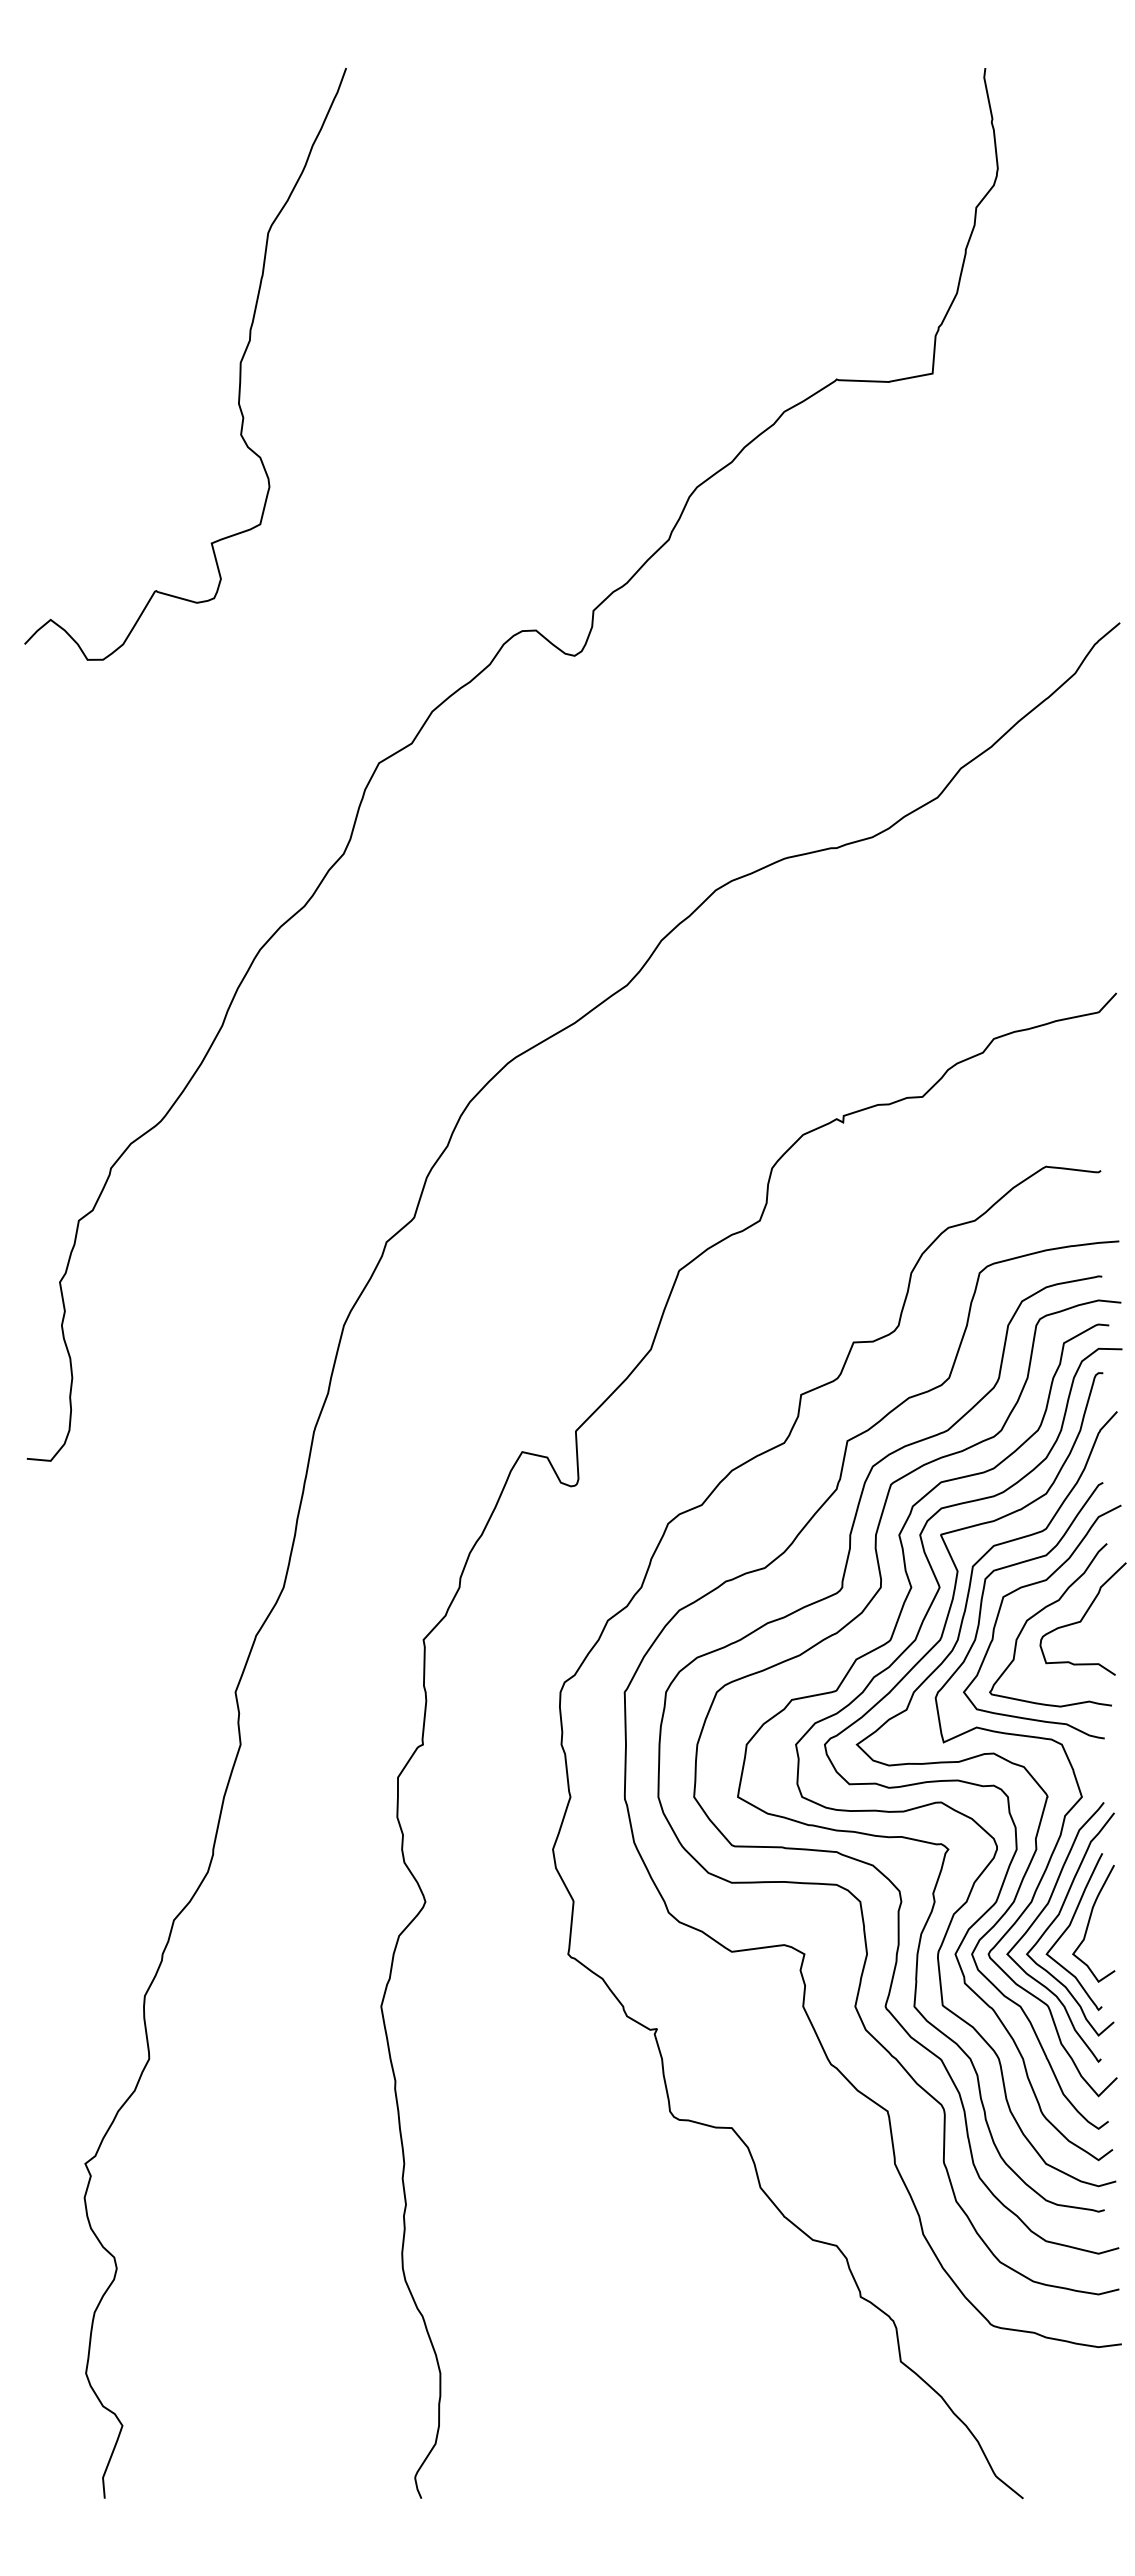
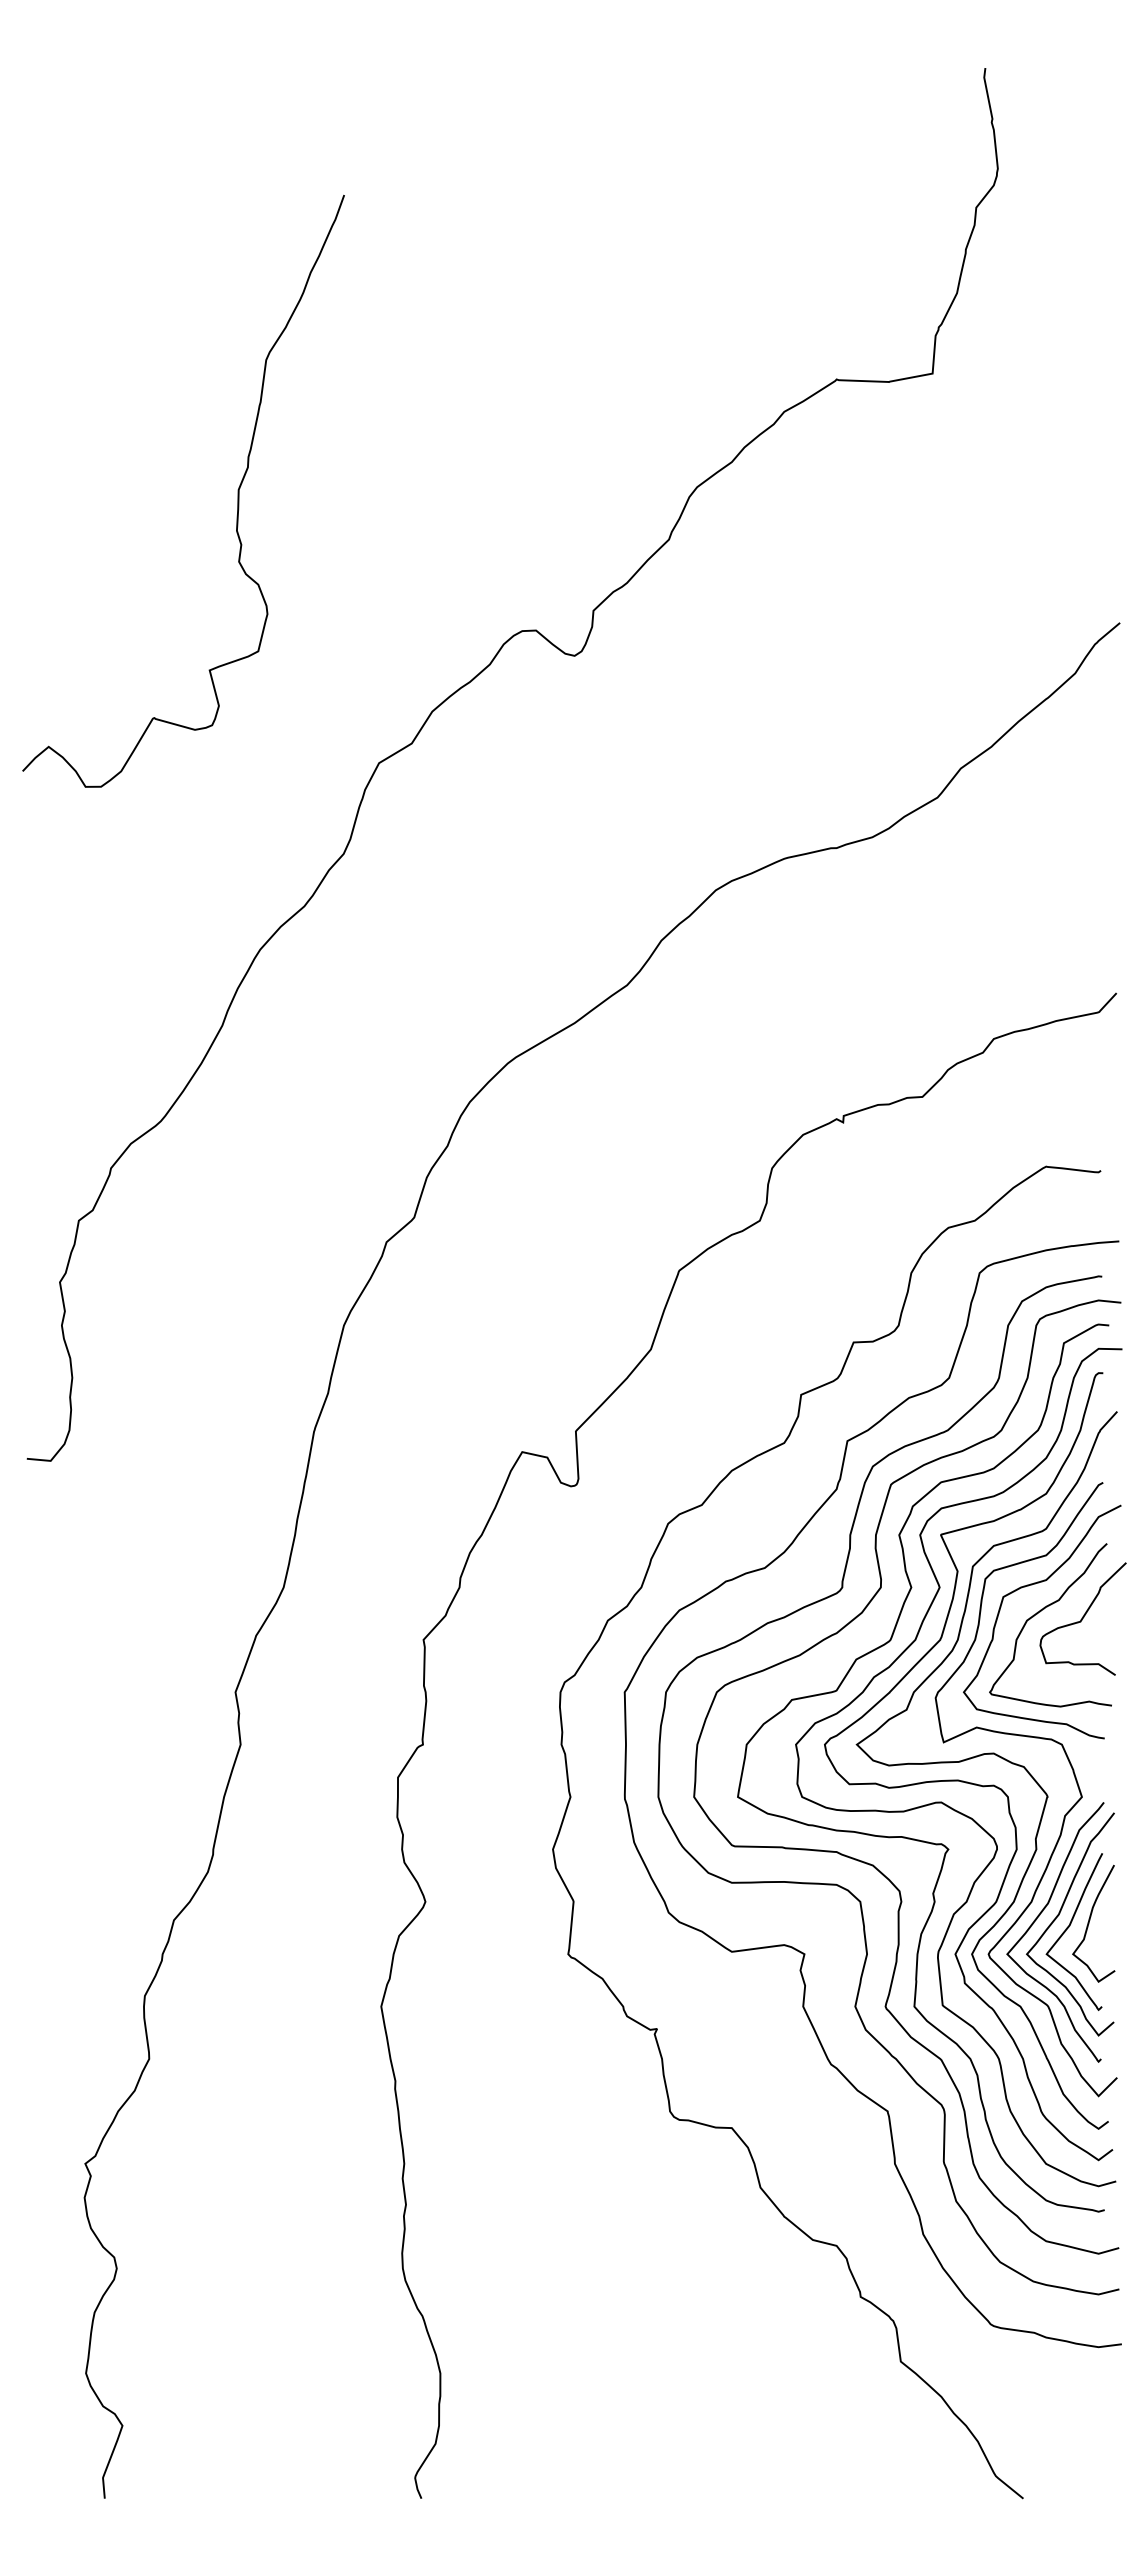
curve at (239, 363) position: (239, 363) -> (237, 490)
